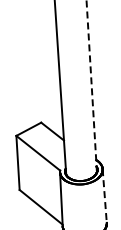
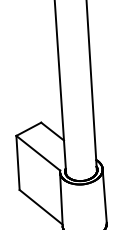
line at (91, 86): dashed -> solid
line at (104, 196): dashed -> solid
